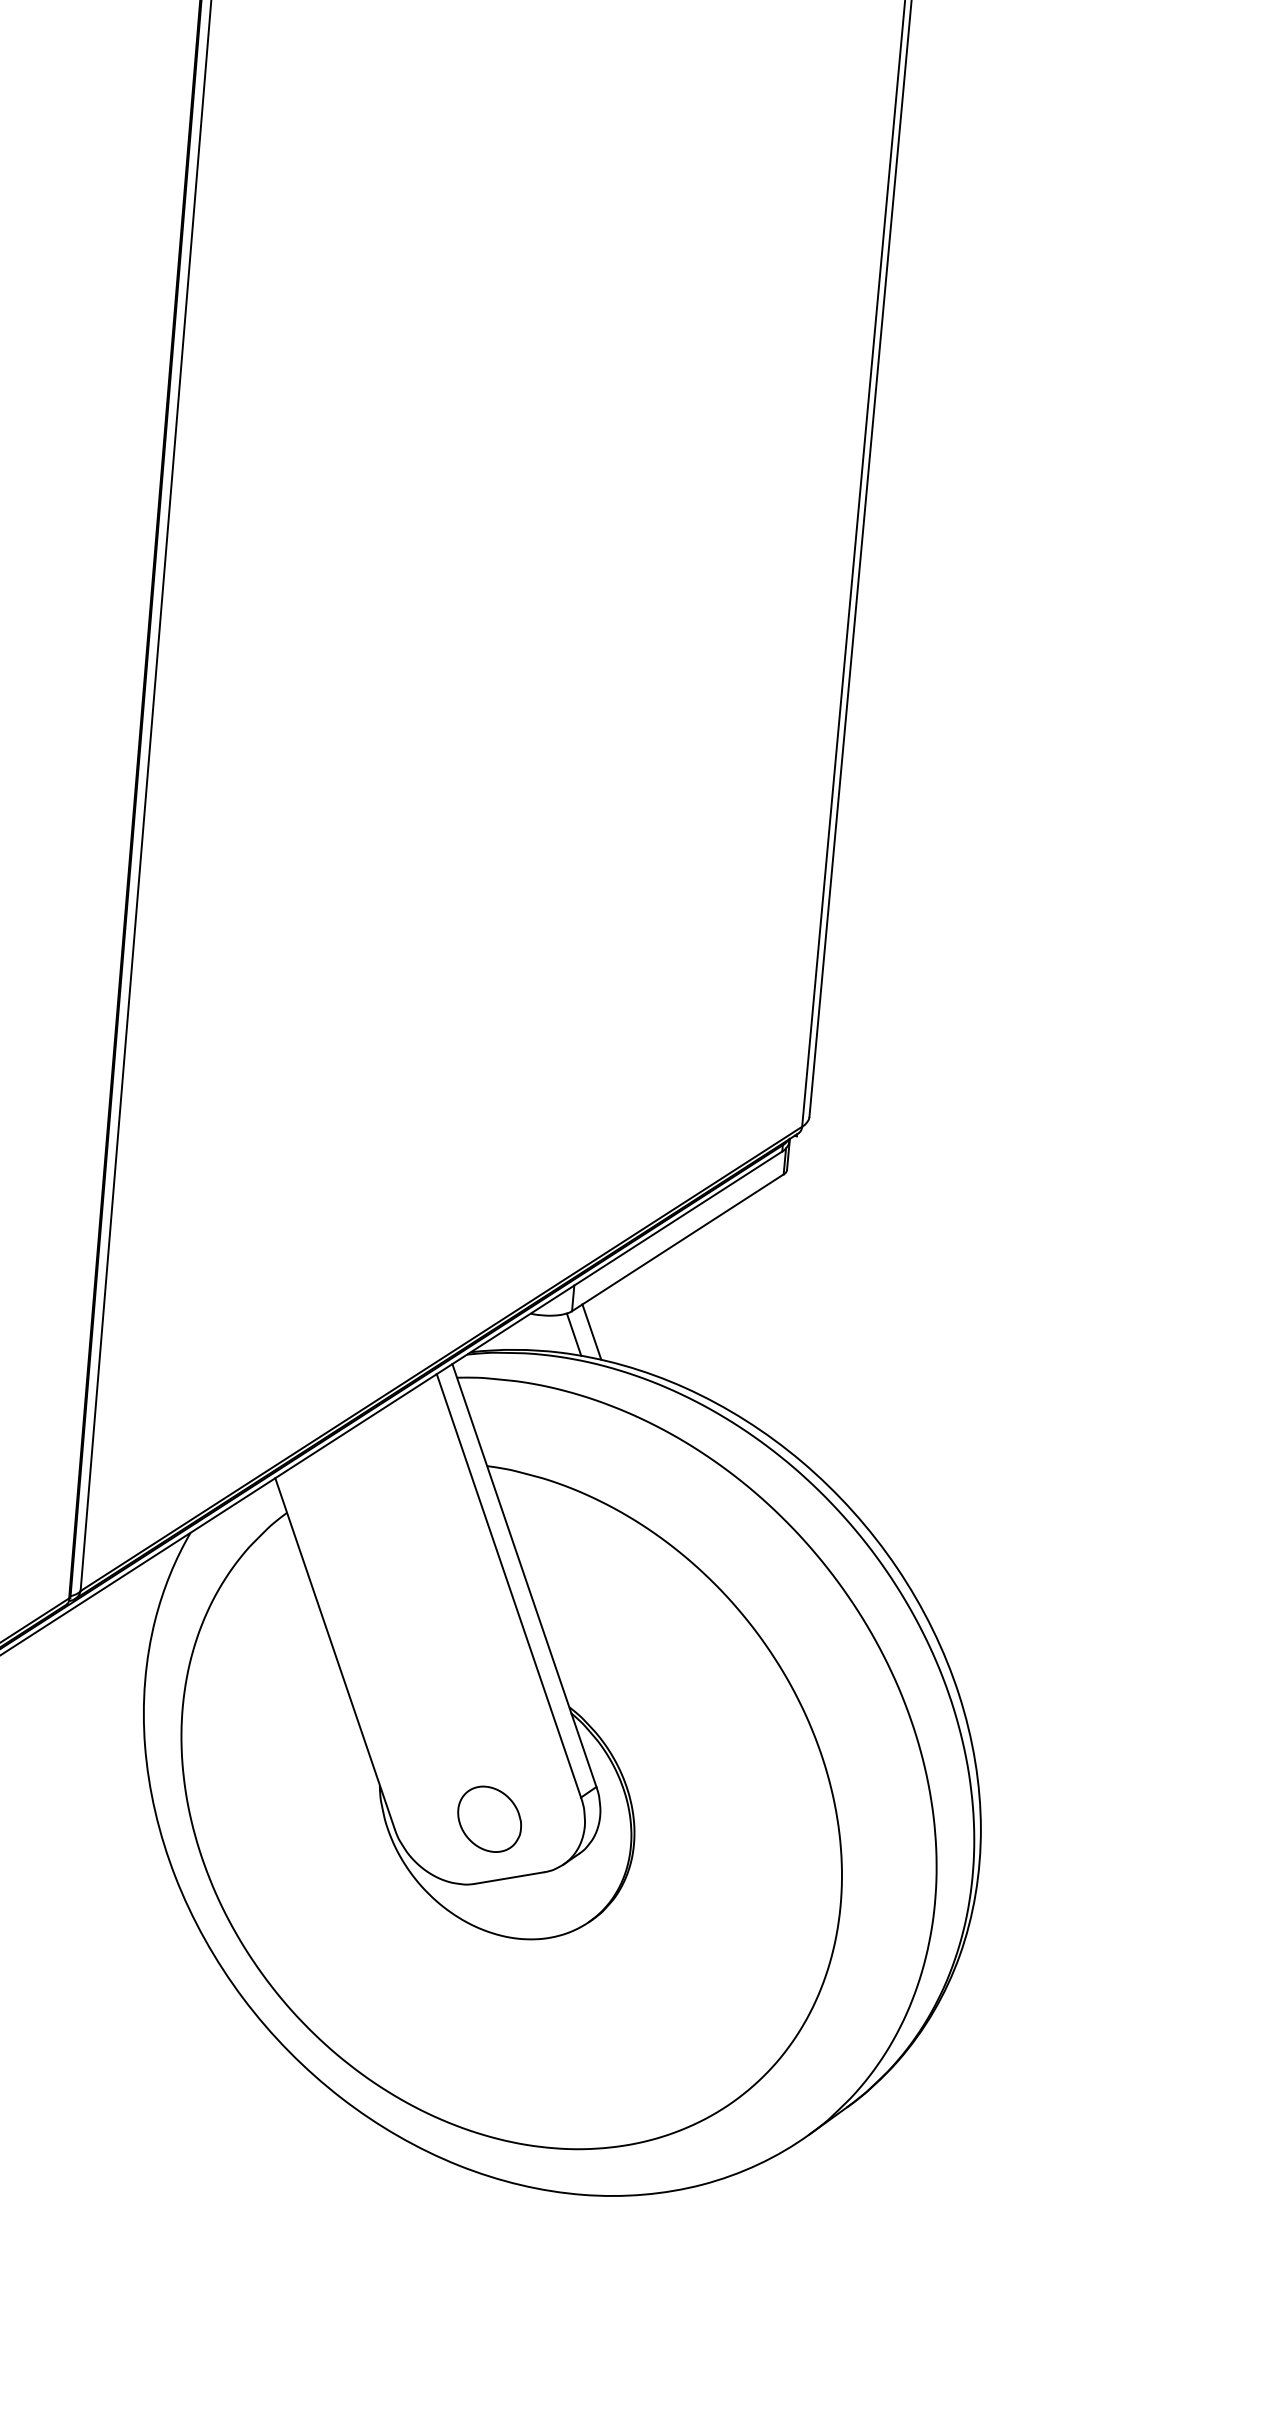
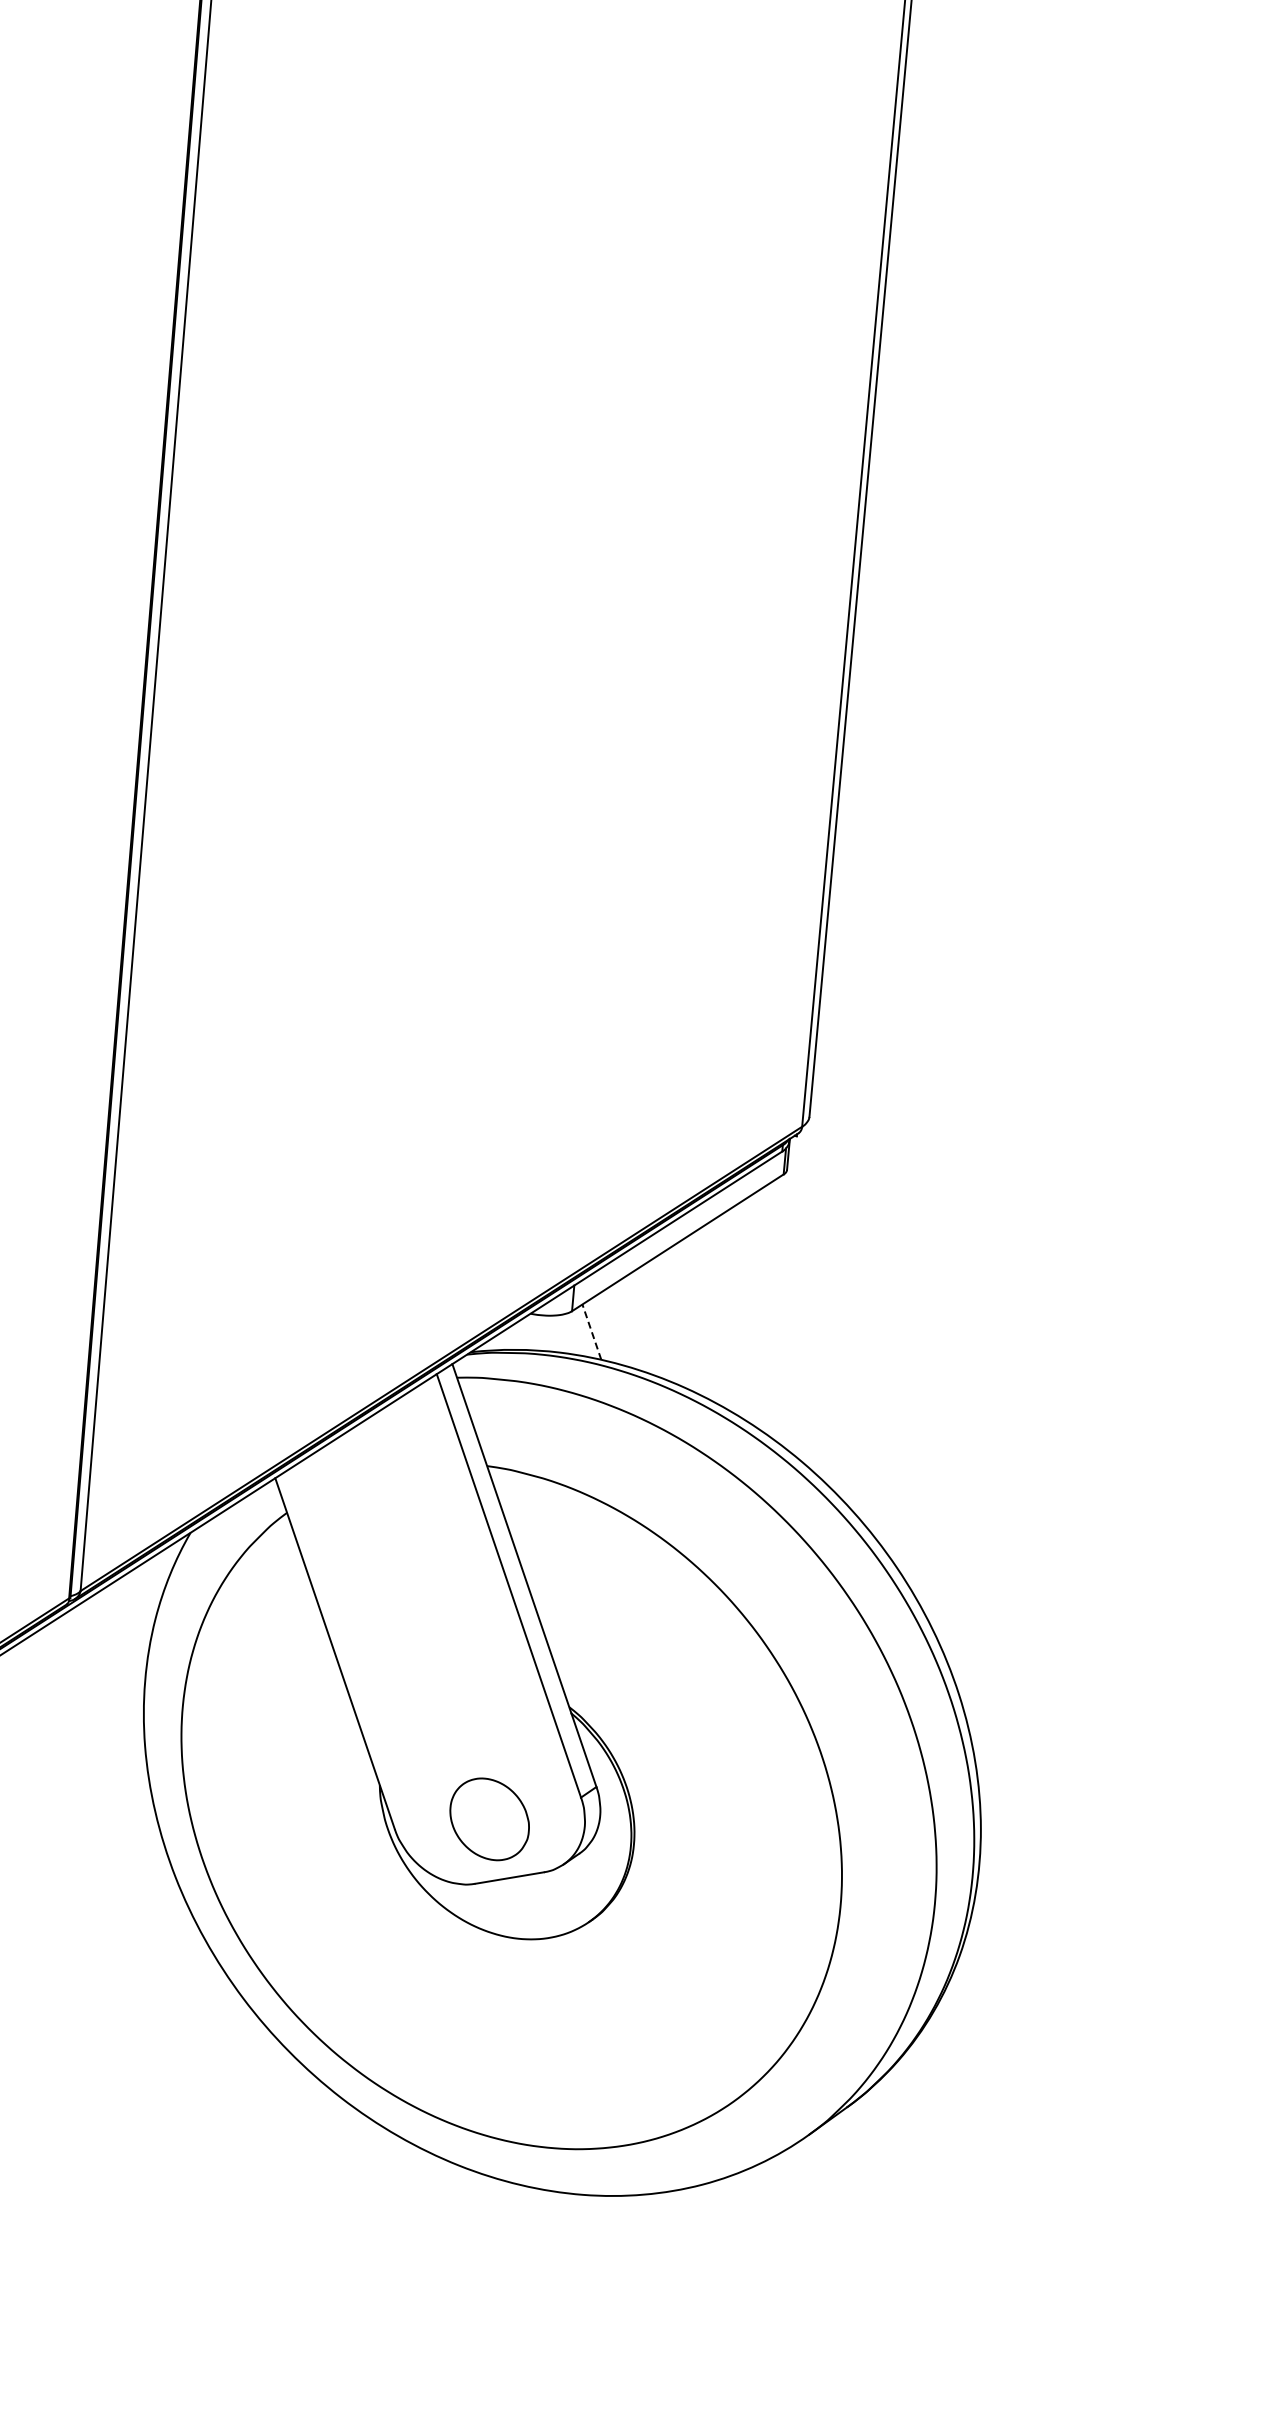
line at (591, 1331): solid -> dashed
line at (573, 1334): present -> none
part at (489, 1818) size: 65x68 px -> 81x85 px
